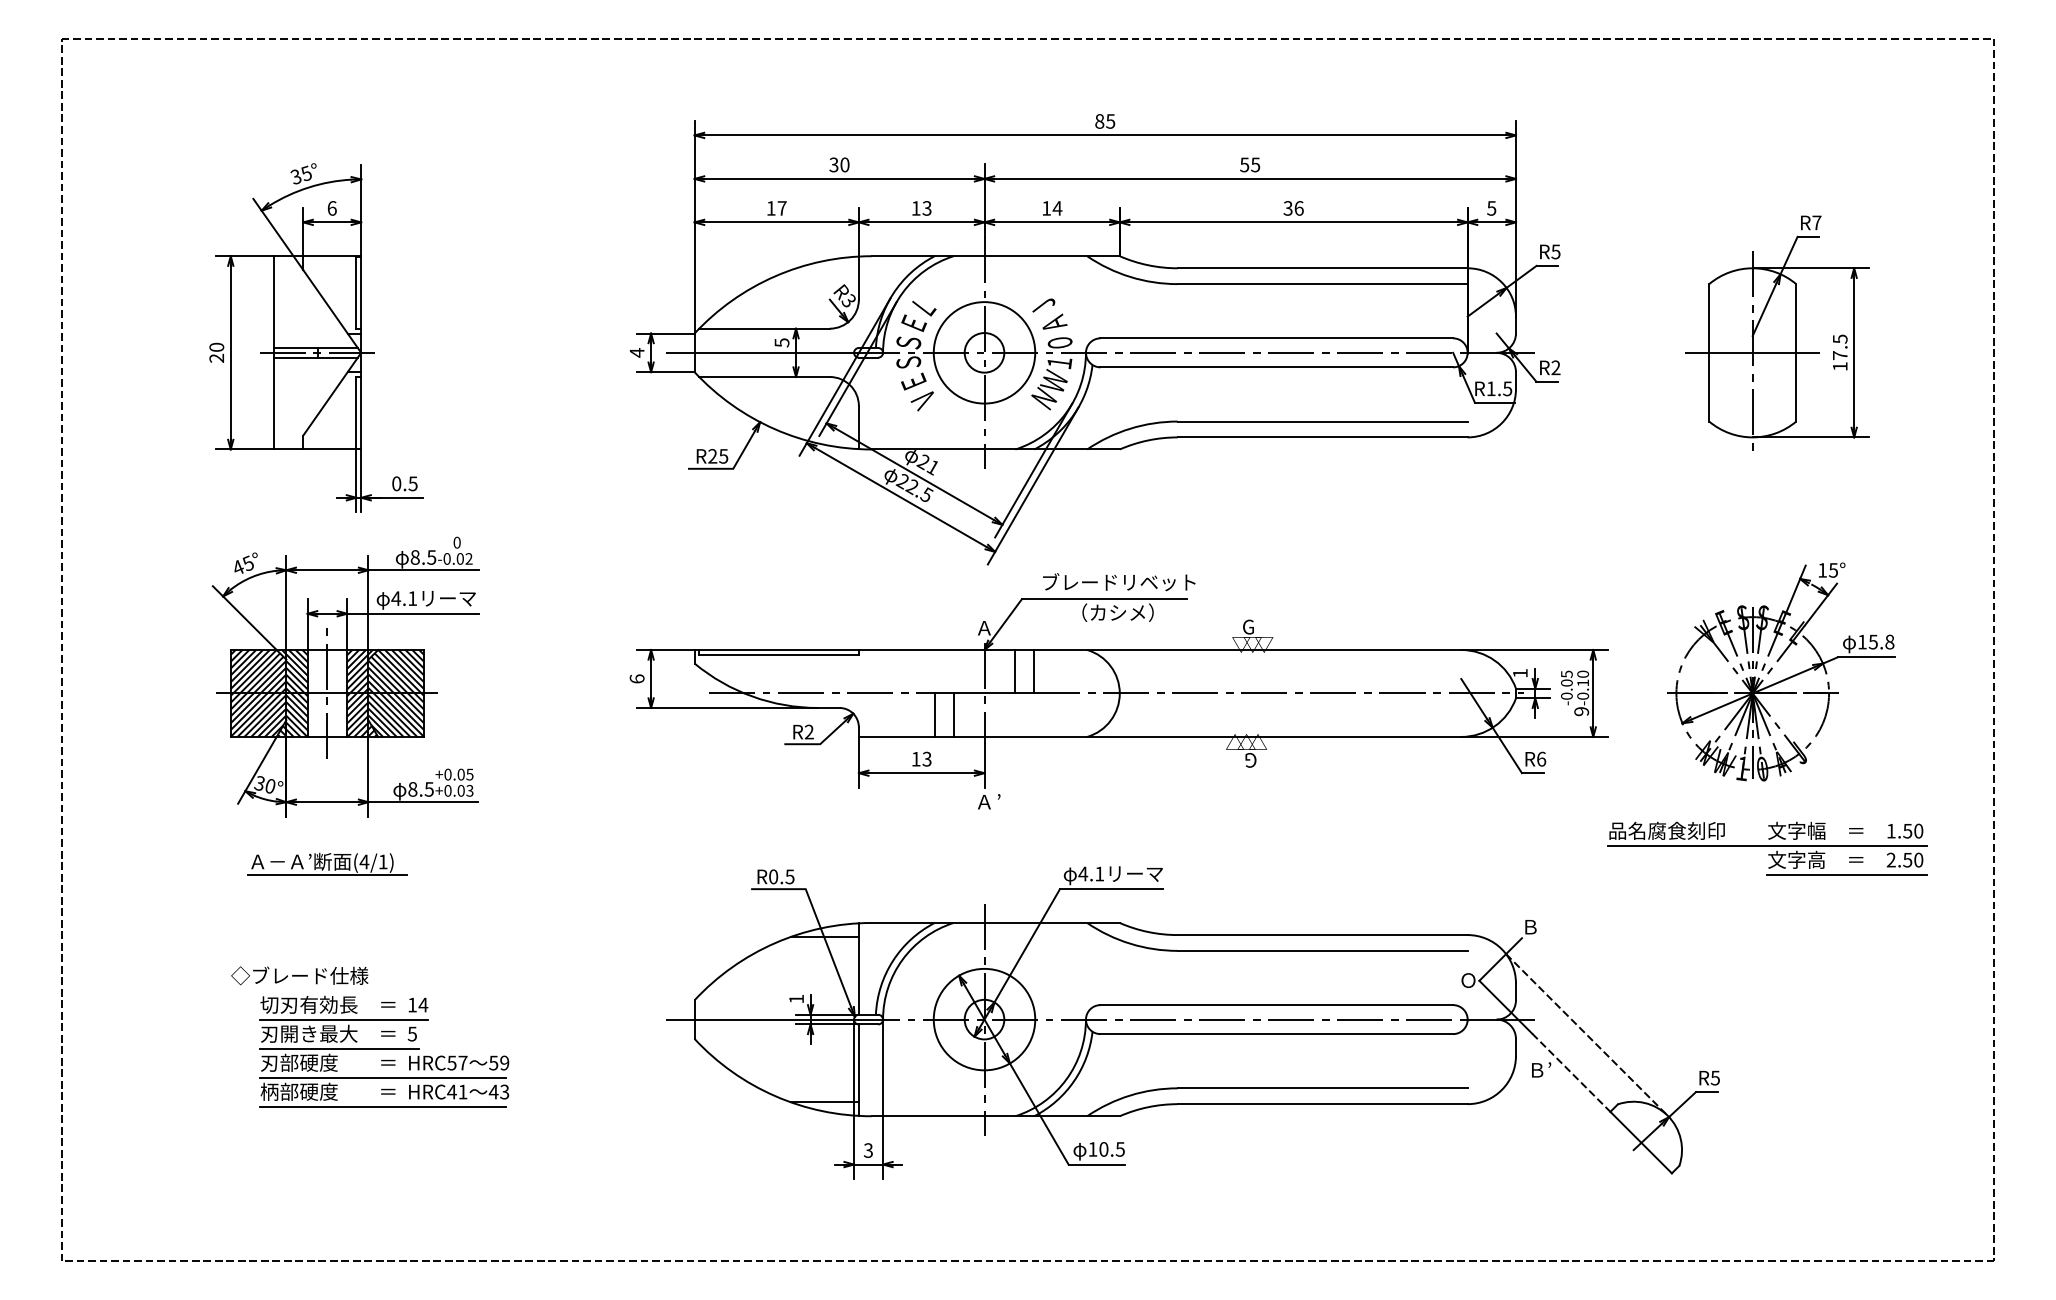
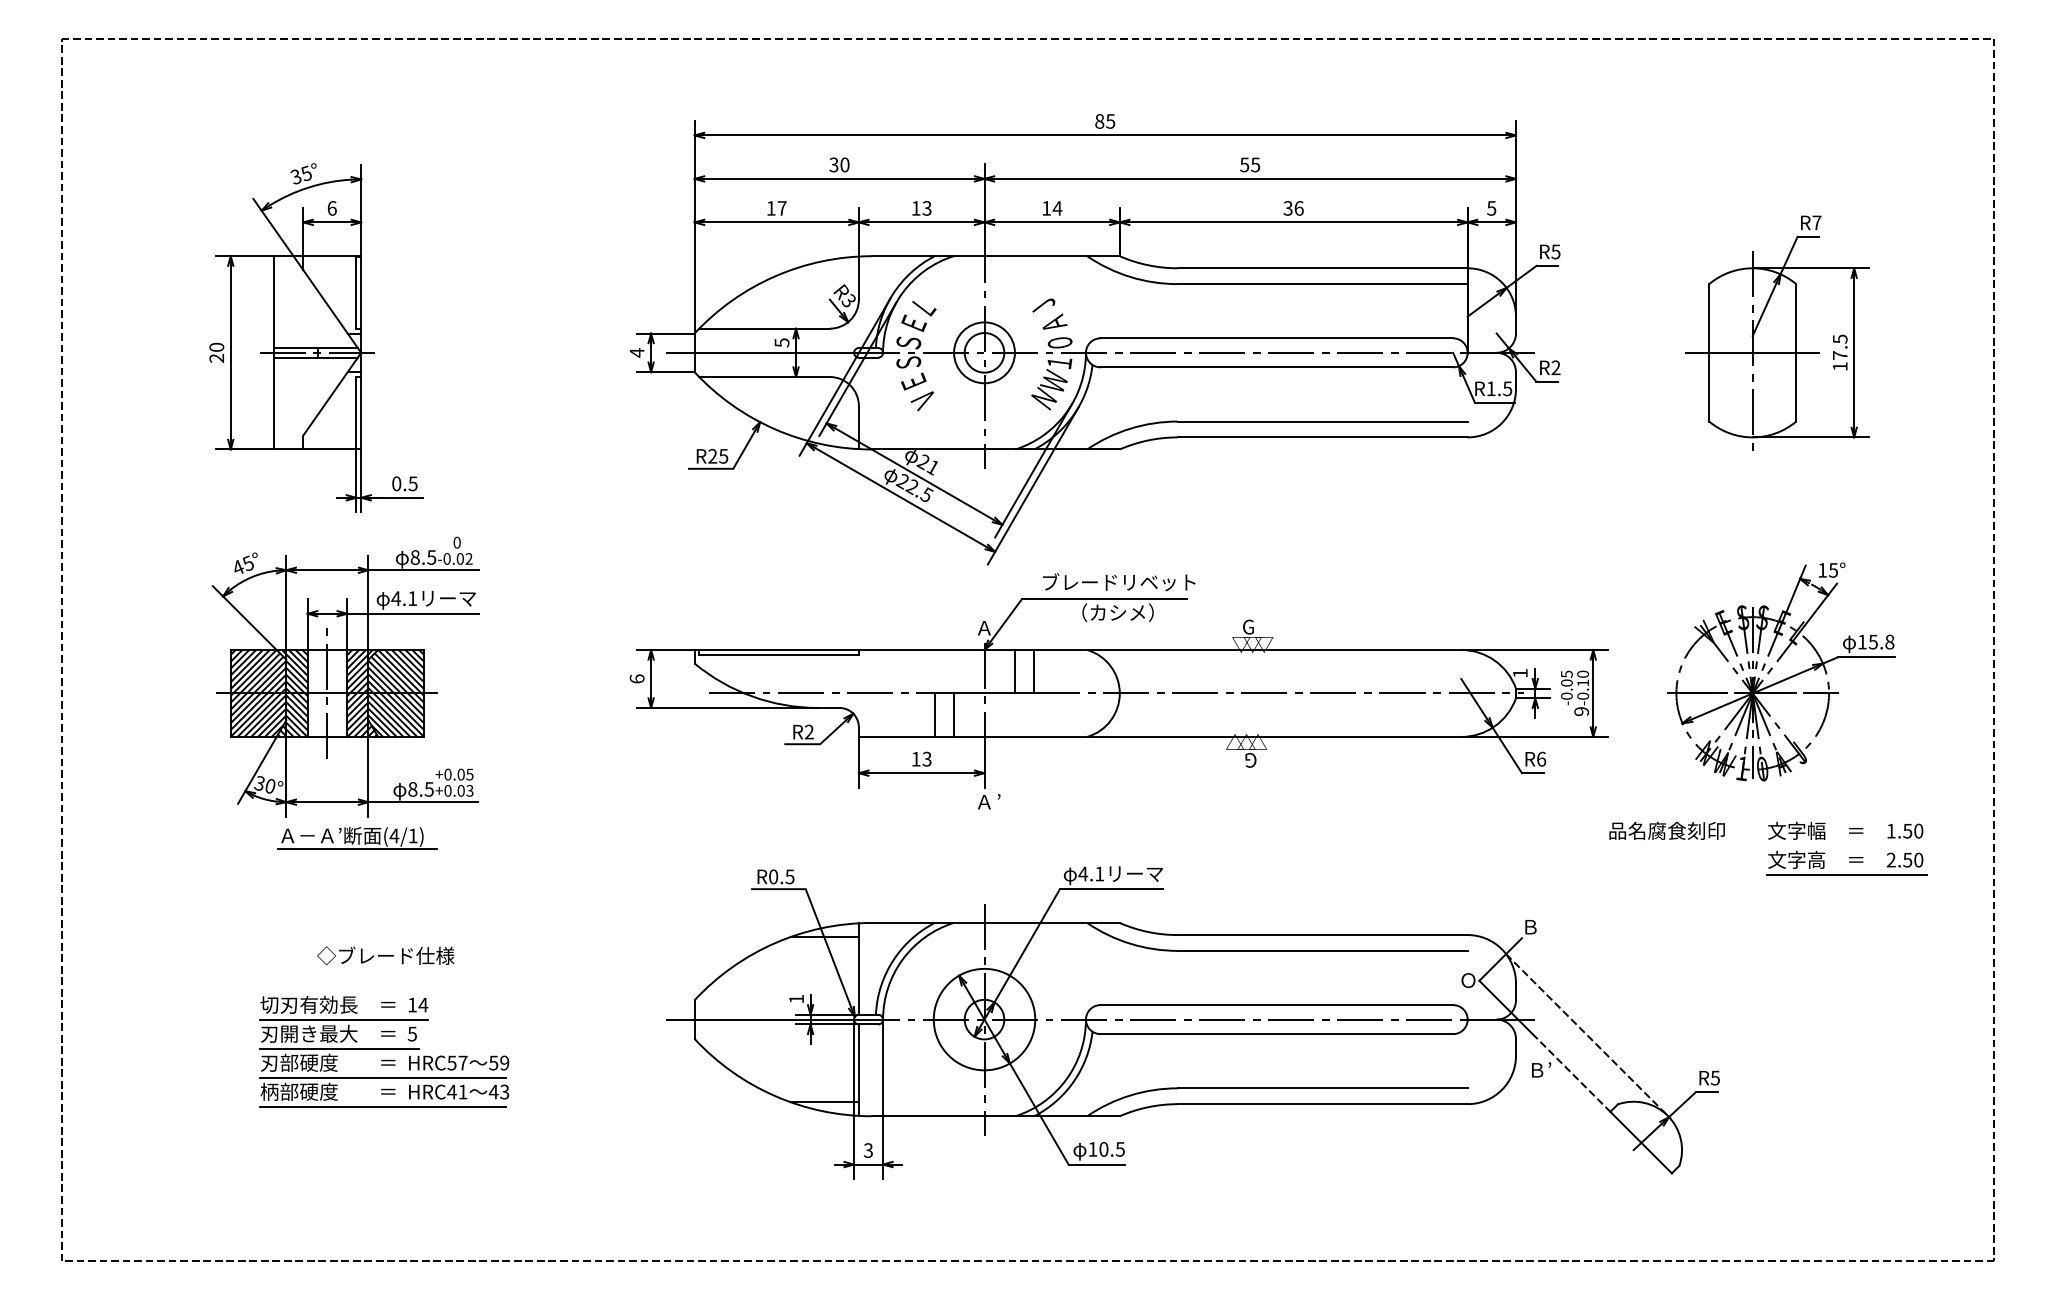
circle at (984, 352) diameter: 101 px -> 61 px
line at (1766, 845): present -> none
part at (327, 863) position: (327, 863) -> (357, 837)
text at (299, 975) position: (299, 975) -> (385, 955)
